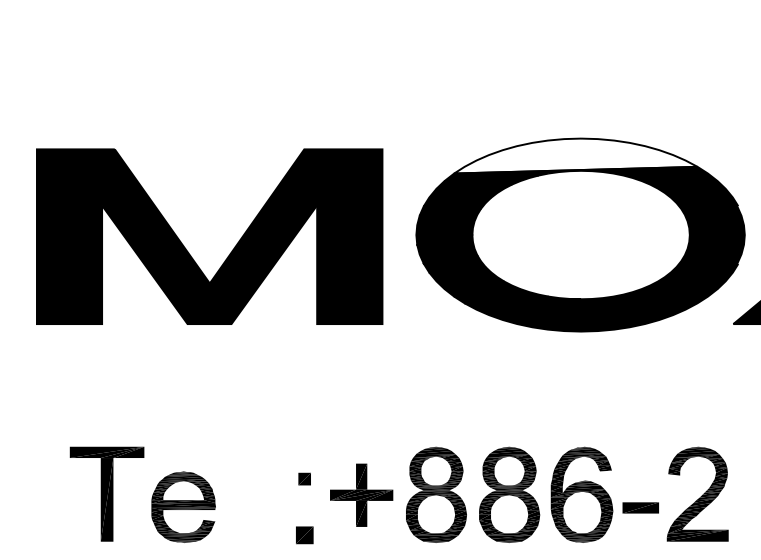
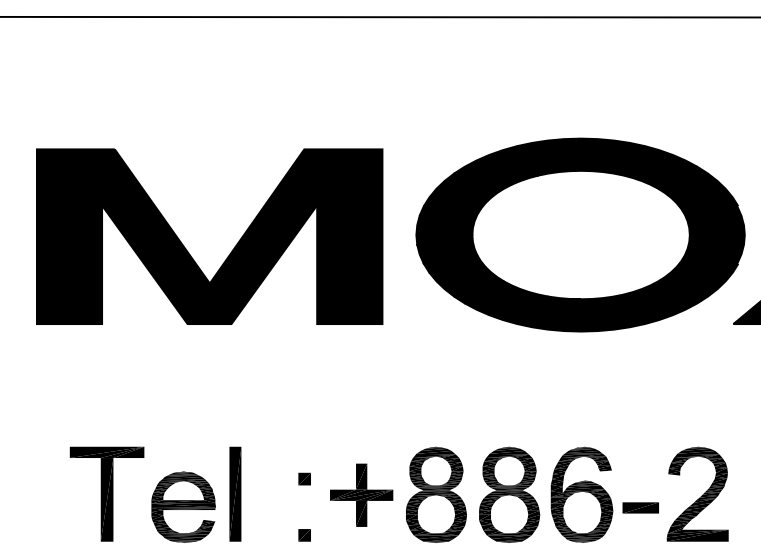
line at (379, 16): none -> present
fill at (575, 155): none -> present
part at (235, 493): none -> present
part at (304, 535) size: 18x19 px -> 13x13 px
